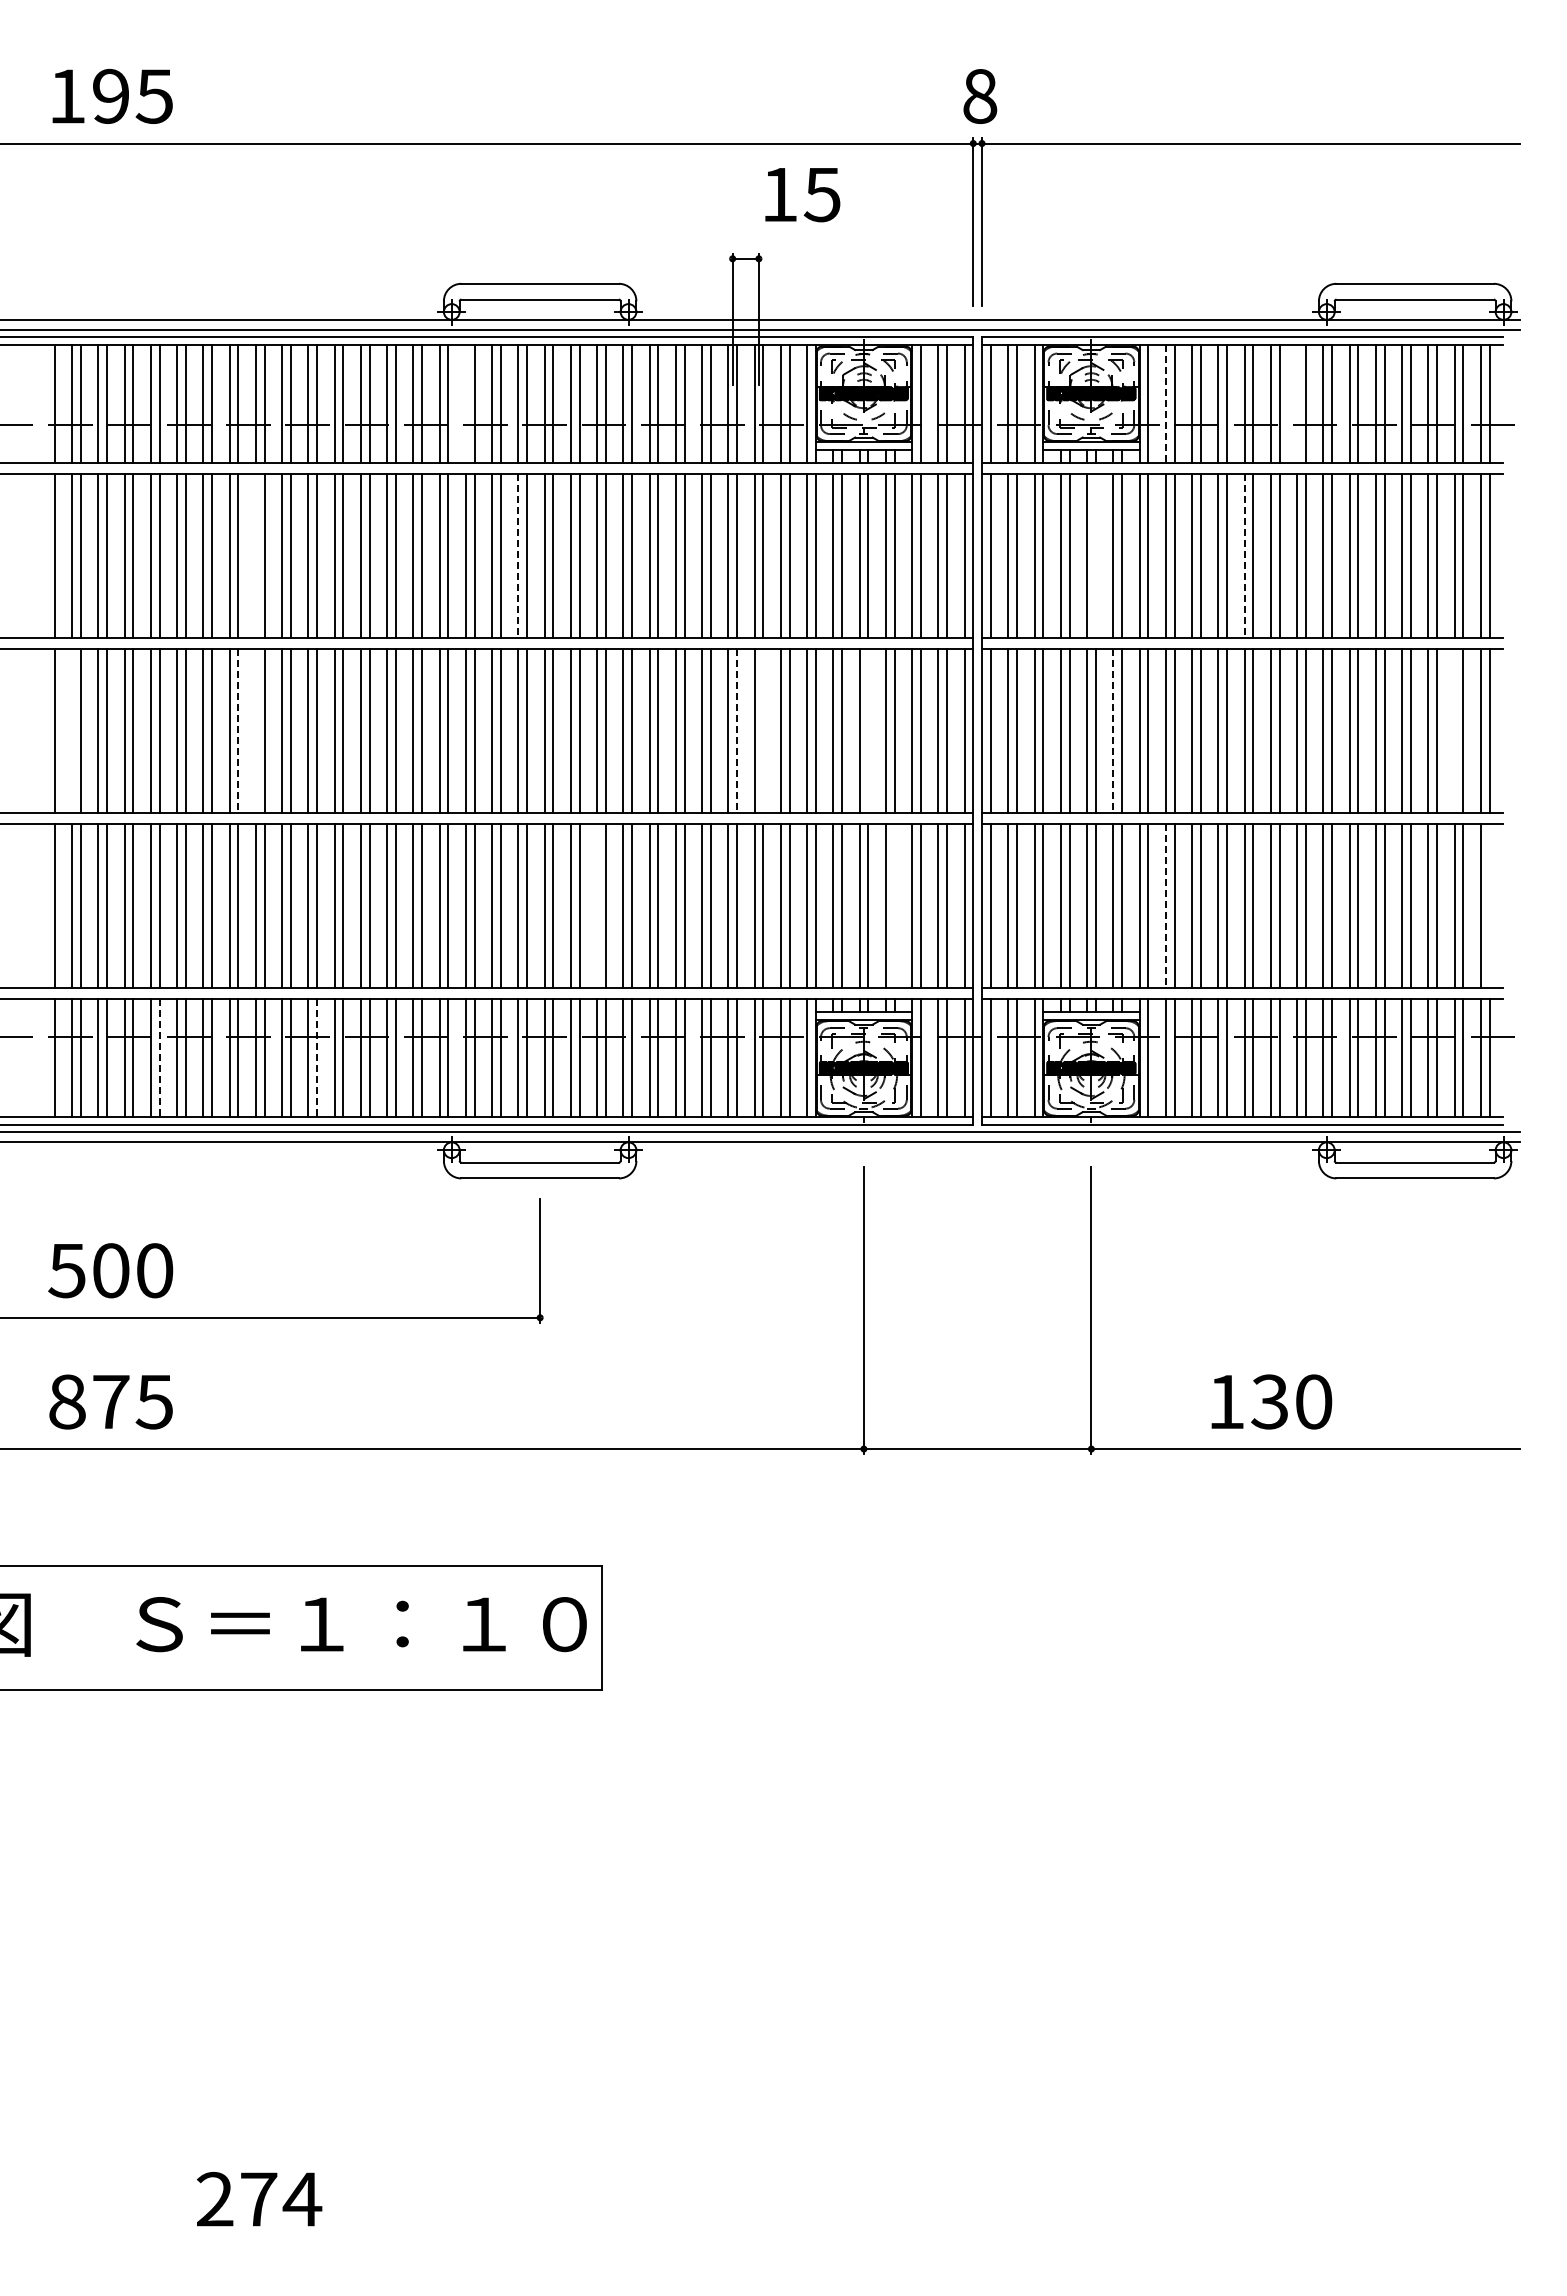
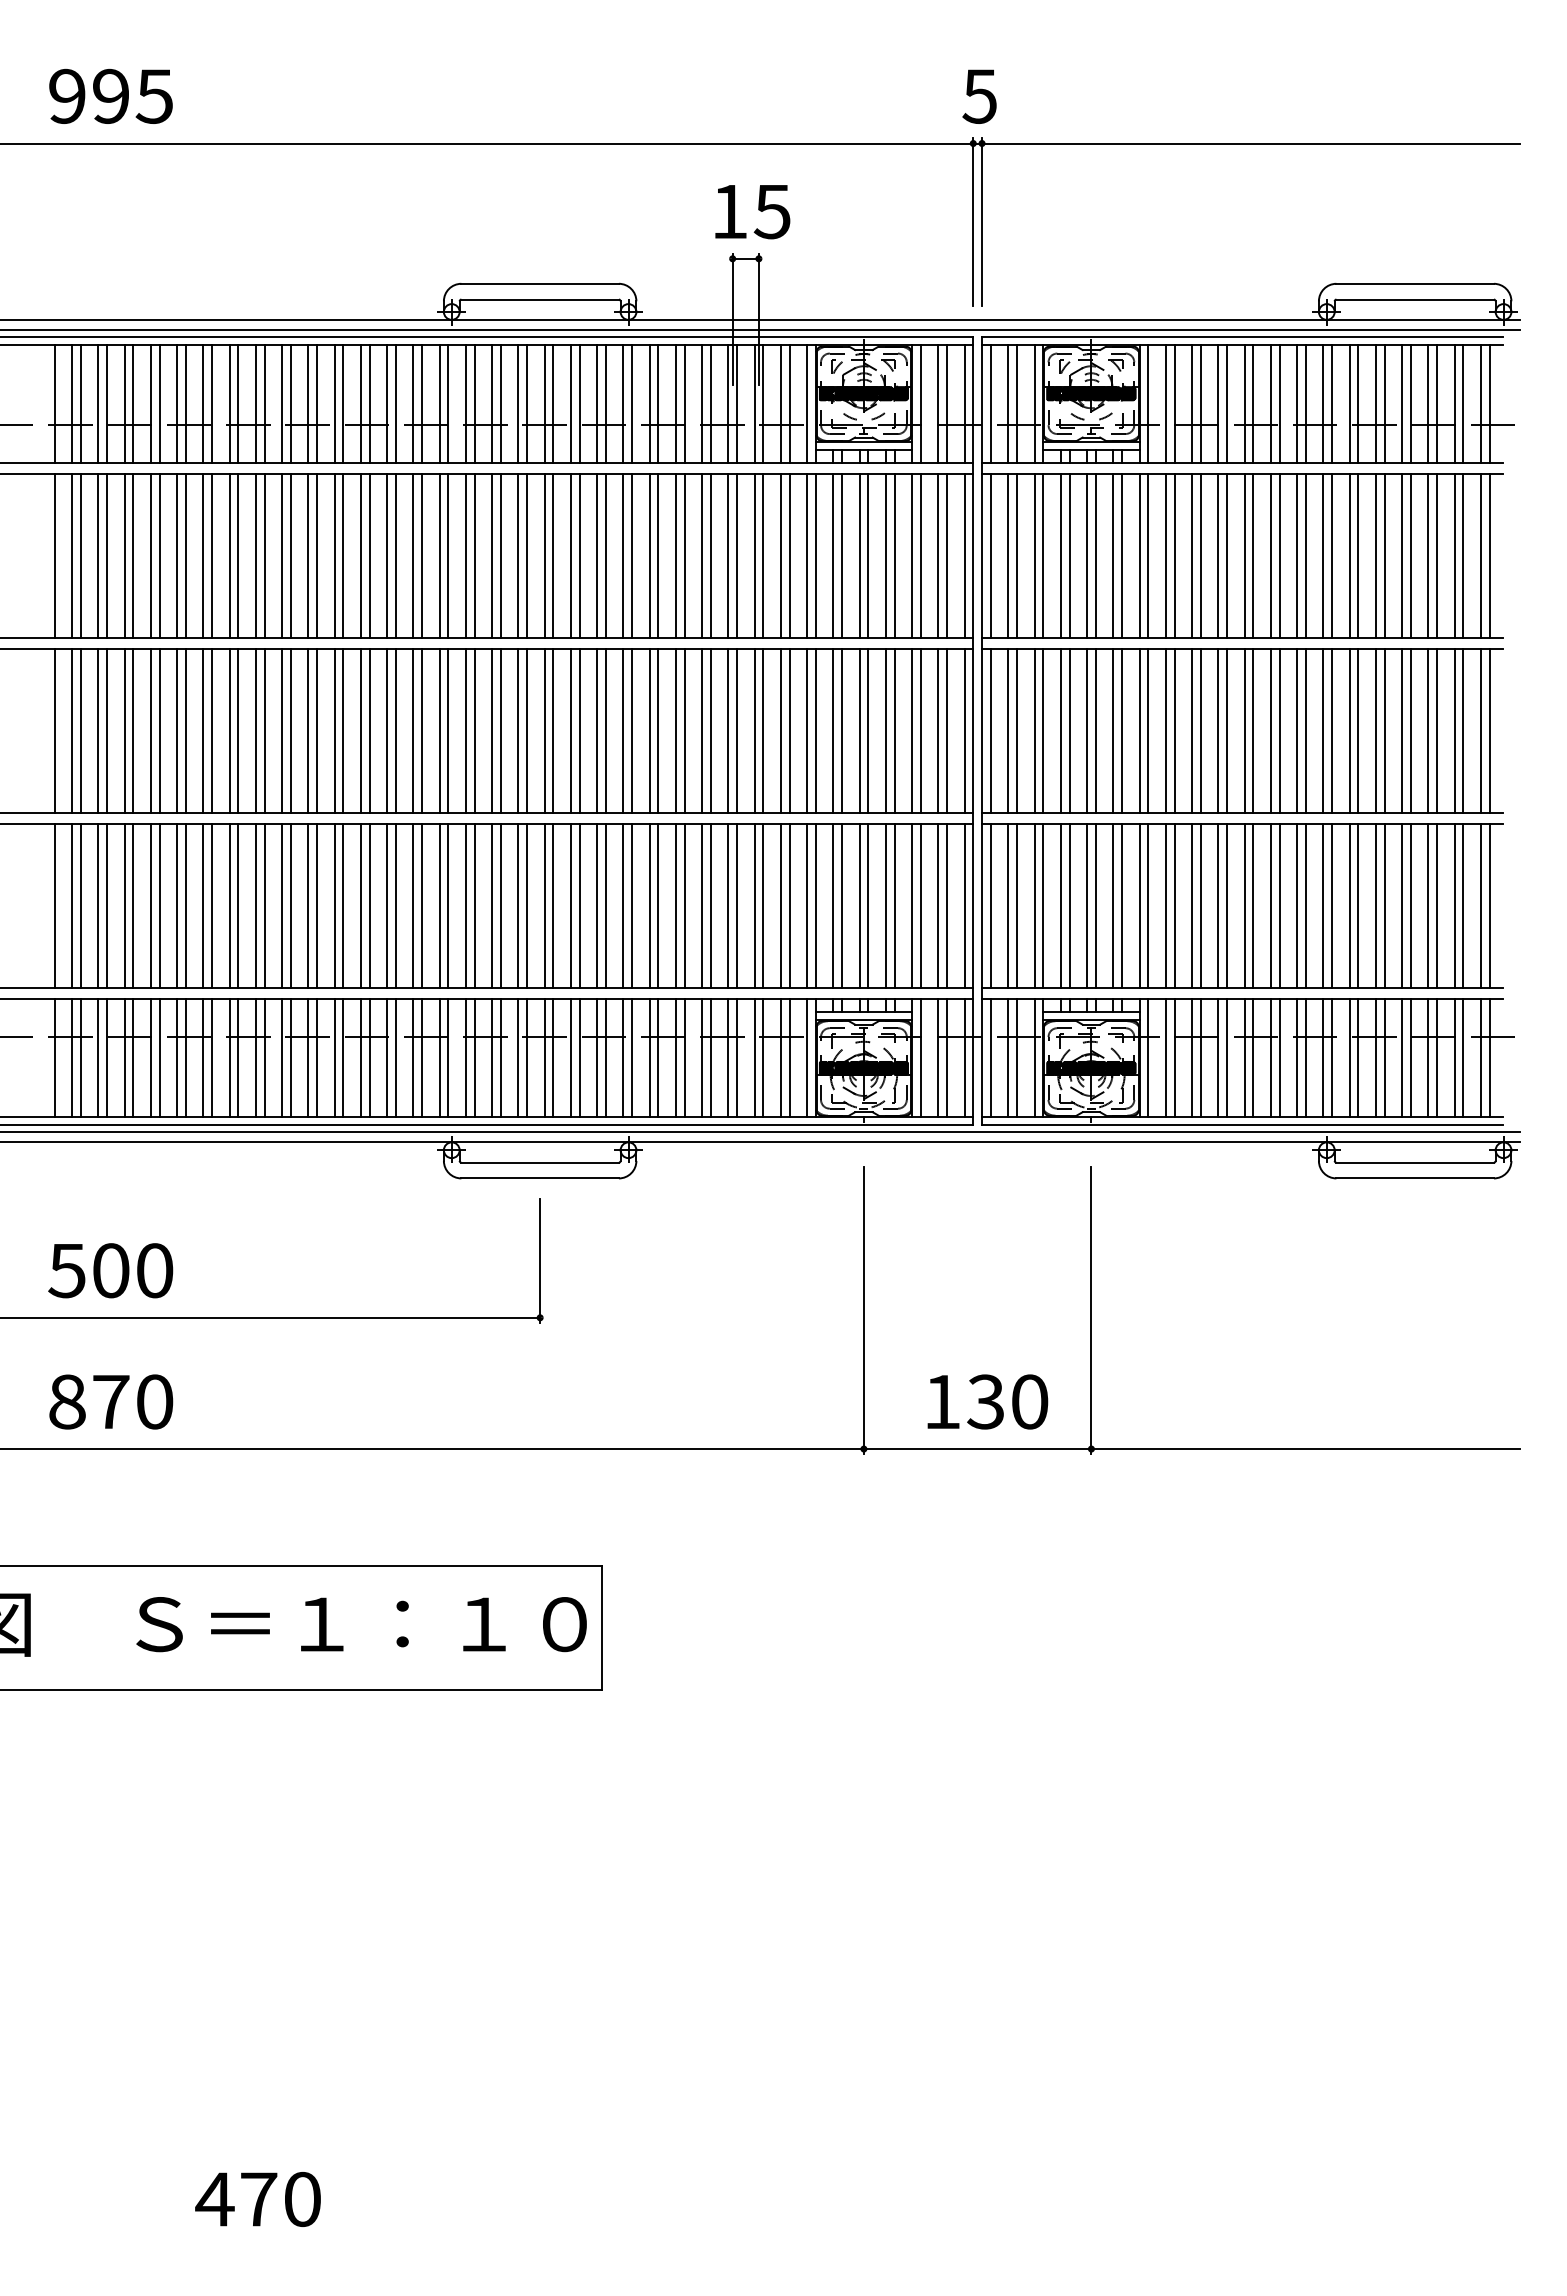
text at (67, 95): 195 -> 995
text at (979, 96): 8 -> 5
text at (802, 195) position: (802, 195) -> (752, 212)
line at (465, 404): none -> present
line at (1165, 404): dashed -> solid
line at (1297, 404): none -> present
line at (255, 555): none -> present
line at (1095, 555): none -> present
line at (518, 556): dashed -> solid
line at (1244, 556): dashed -> solid
line at (72, 730): none -> present
line at (255, 730): none -> present
line at (763, 730): none -> present
line at (868, 730): none -> present
line at (1454, 730): none -> present
line at (238, 731): dashed -> solid
line at (737, 731): dashed -> solid
line at (1113, 731): dashed -> solid
line at (597, 905): none -> present
line at (894, 905): none -> present
line at (1489, 905): none -> present
line at (1165, 906): dashed -> solid
line at (159, 1058): dashed -> solid
line at (317, 1058): dashed -> solid
text at (154, 1401): 875 -> 870
text at (1271, 1401) position: (1271, 1401) -> (987, 1401)
text at (258, 2199): 274 -> 470
